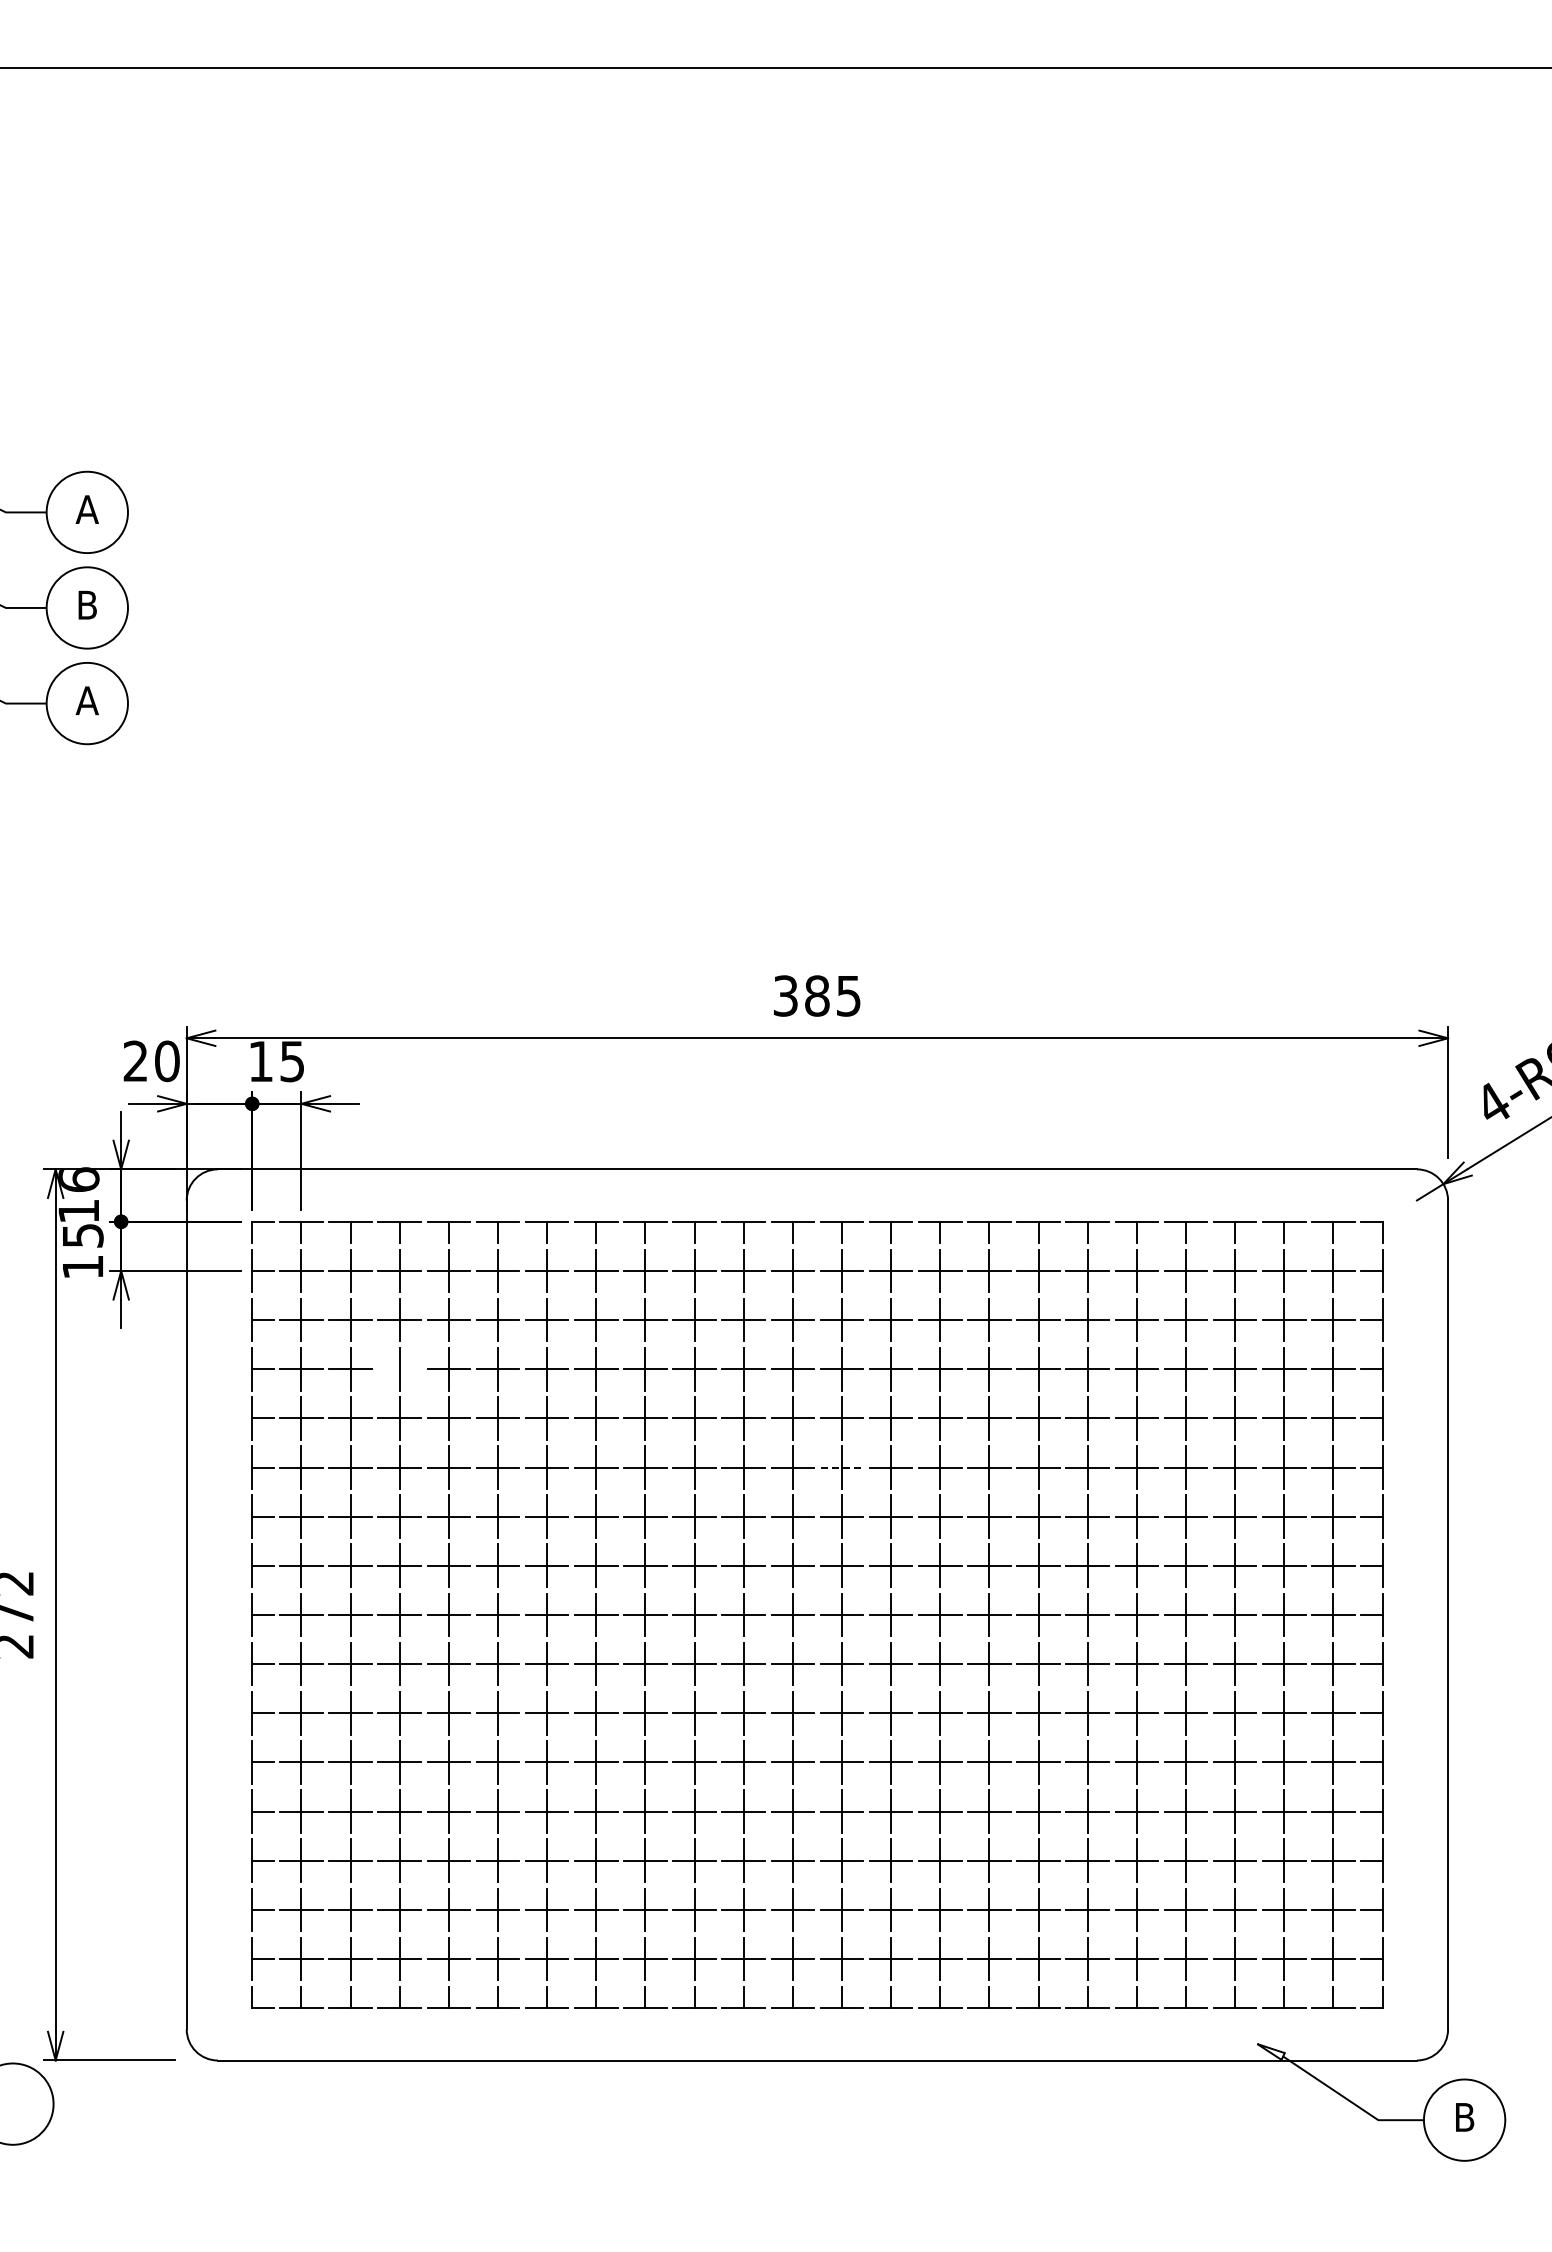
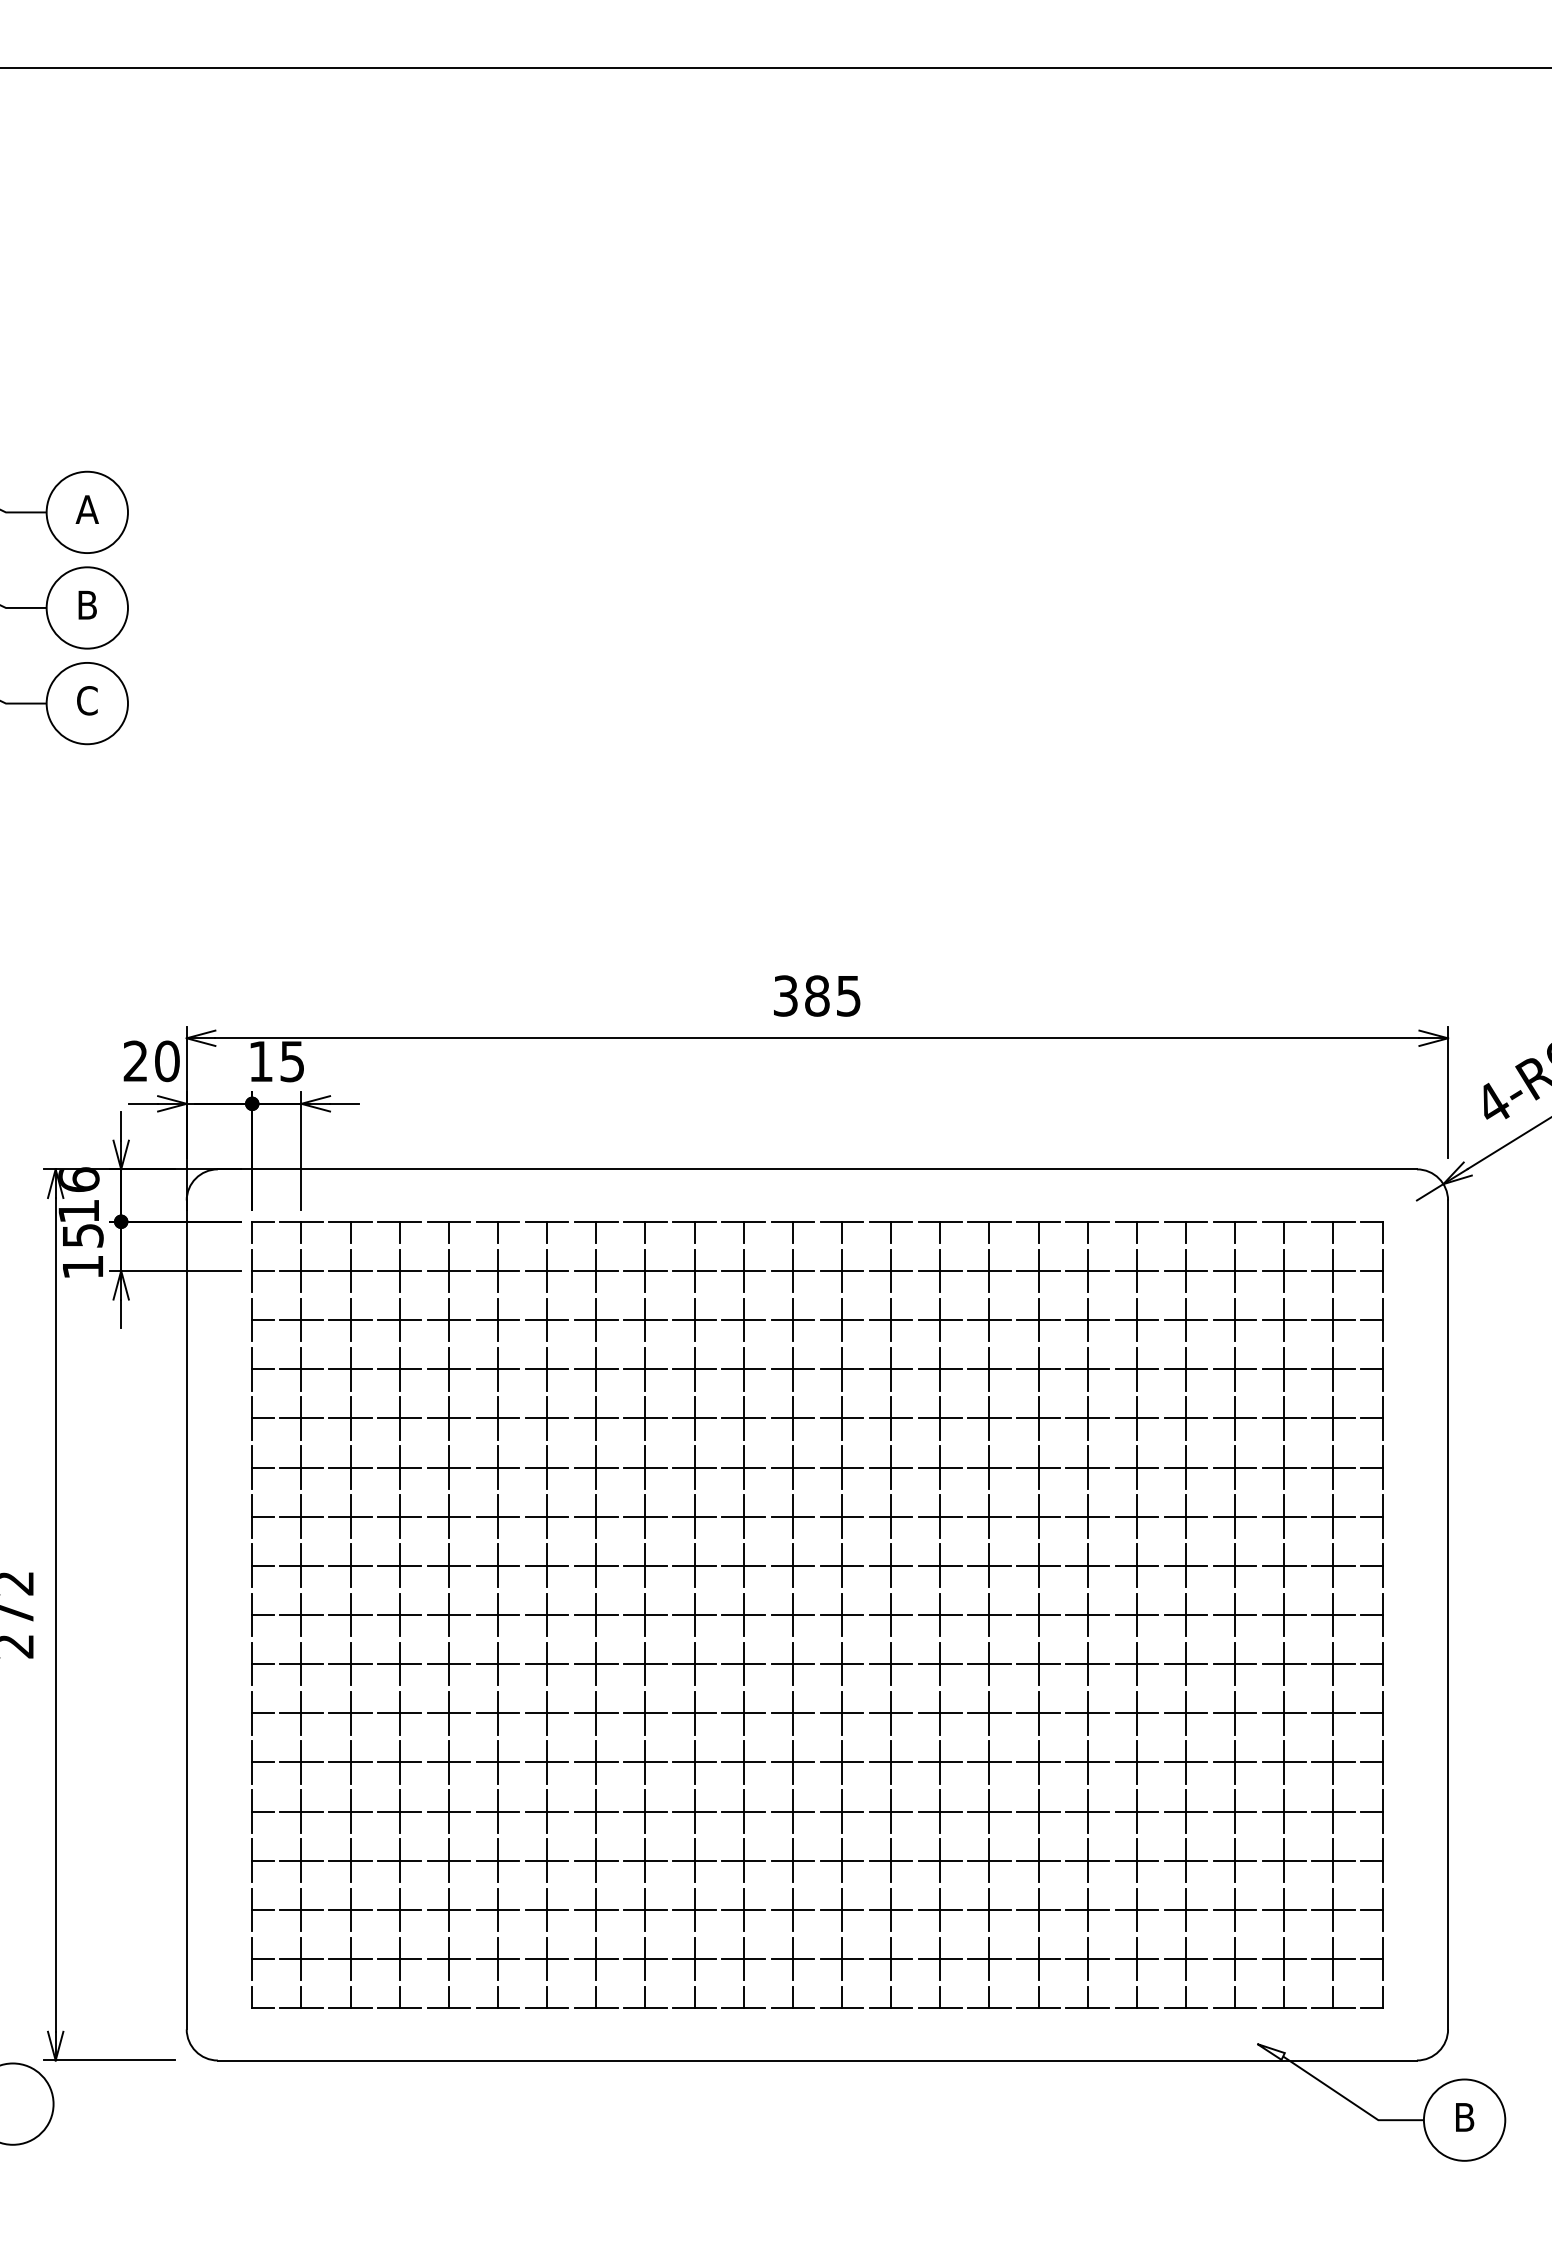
text at (86, 700): A -> C
line at (399, 1369): none -> present
line at (842, 1467): dashed -> solid
